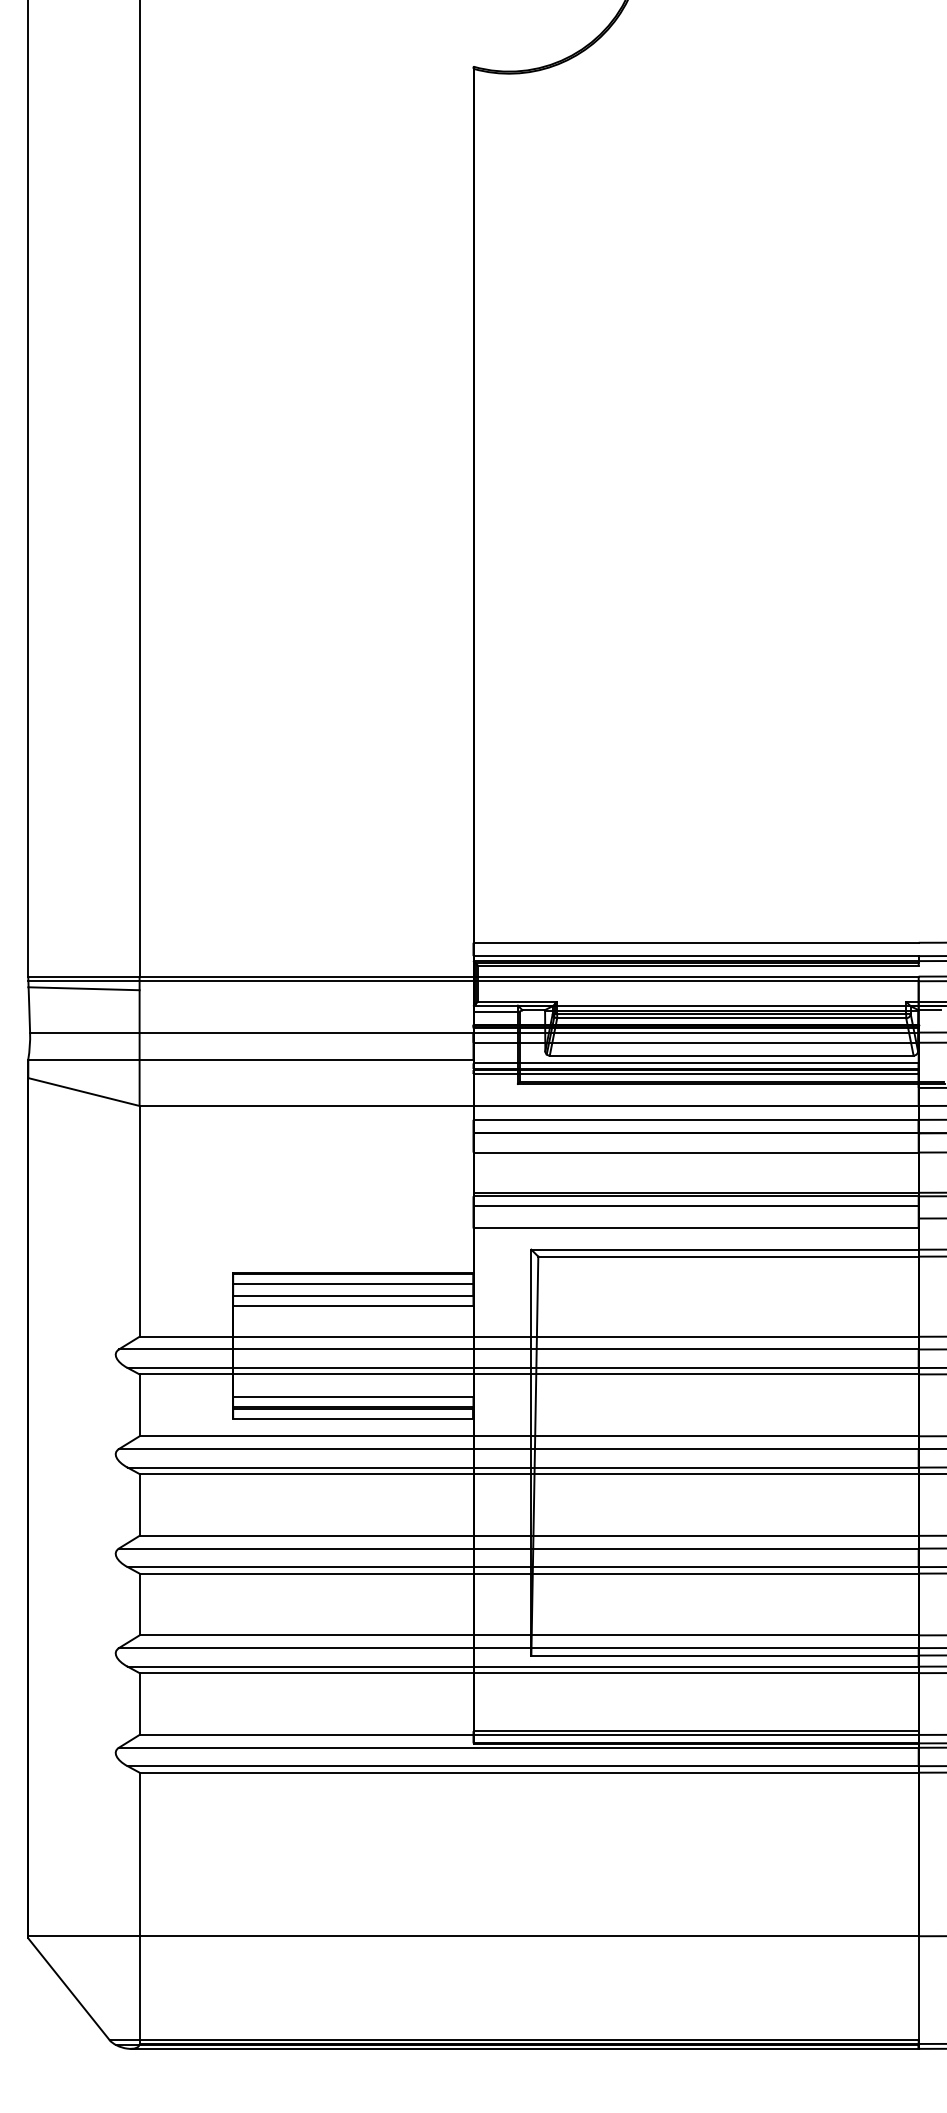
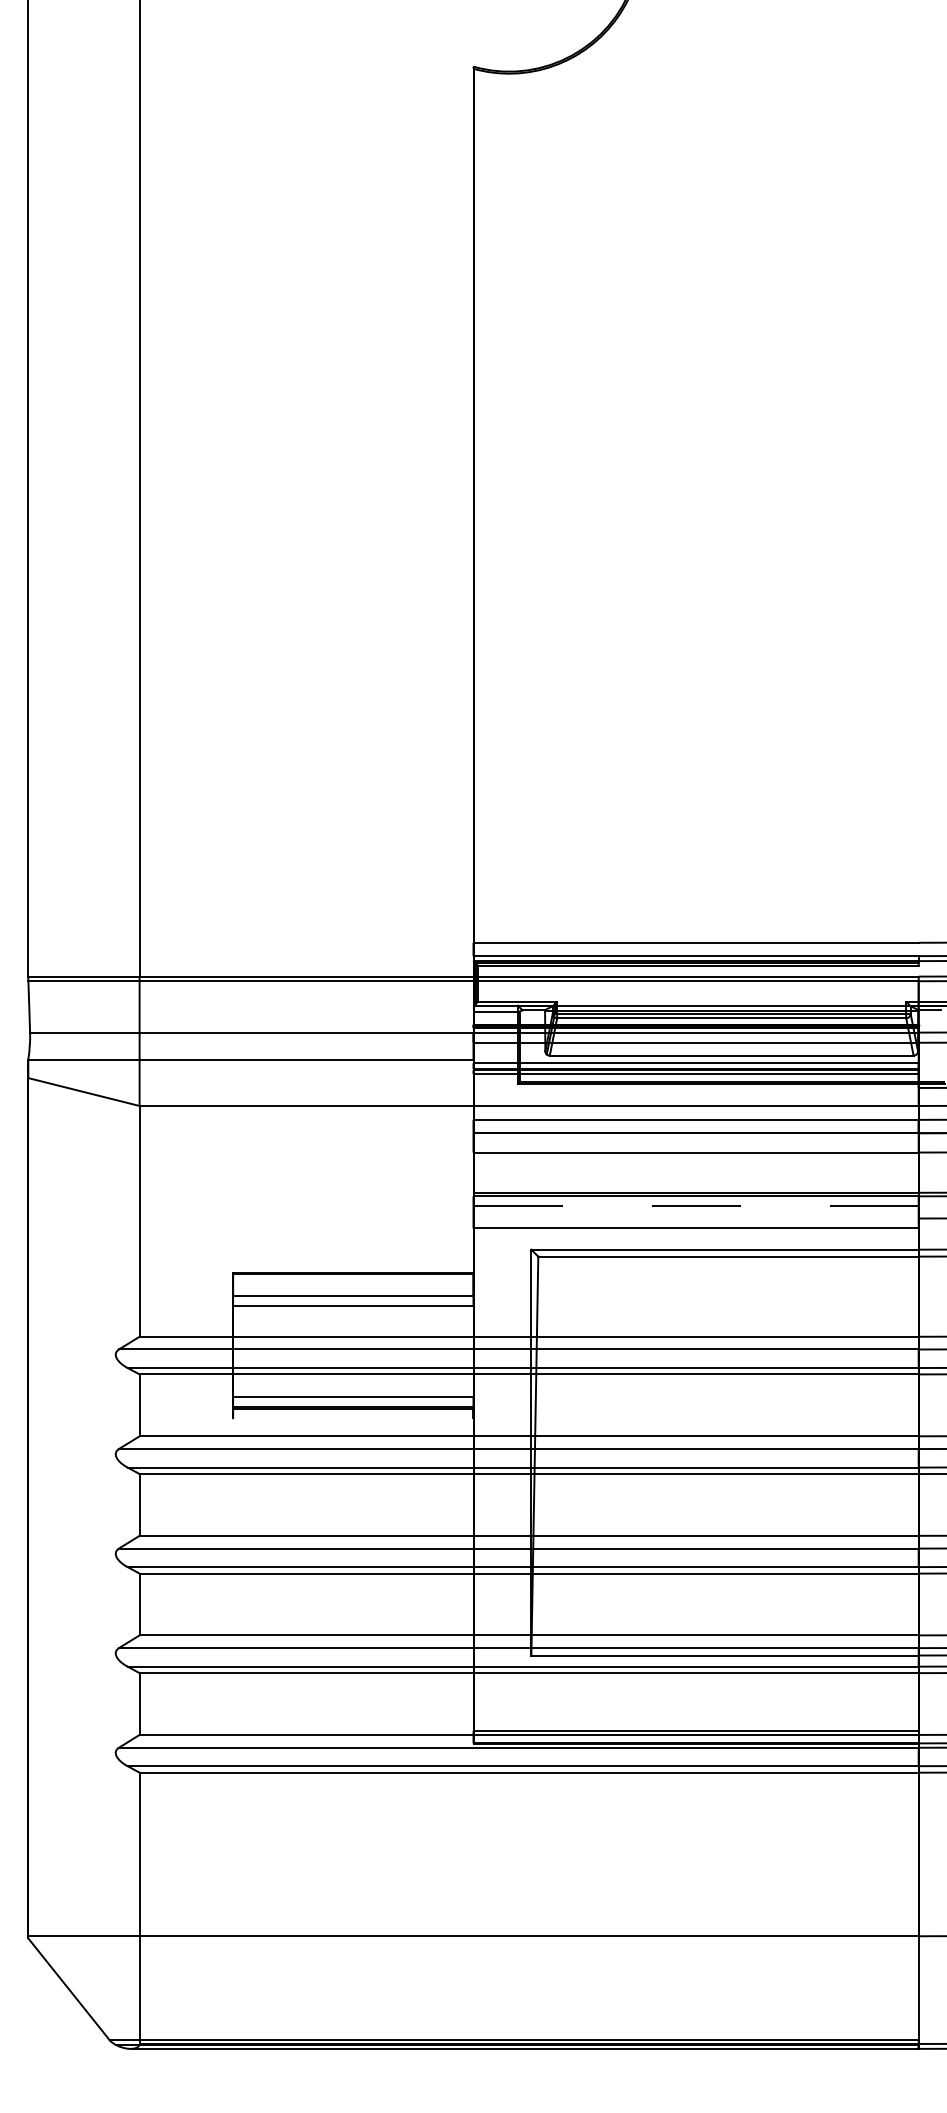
line at (83, 988): present -> none
line at (696, 1206): solid -> dashed
line at (353, 1284): present -> none
line at (353, 1418): present -> none
